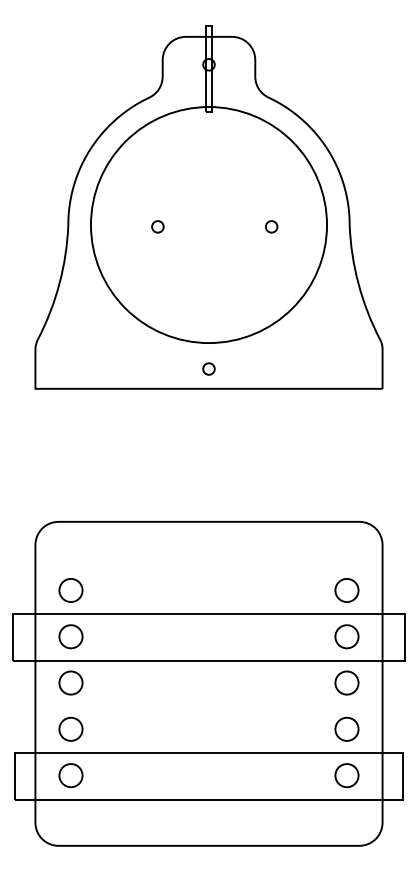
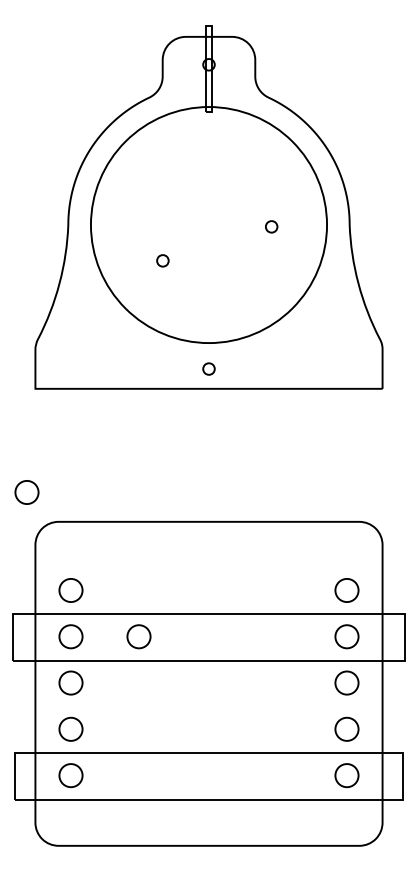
part at (157, 226) position: (157, 226) -> (162, 260)
part at (26, 492): none -> present
part at (138, 636): none -> present
